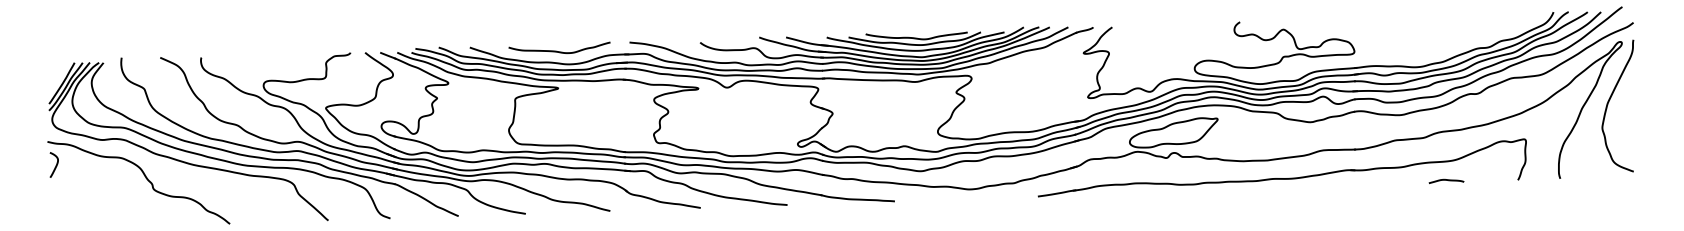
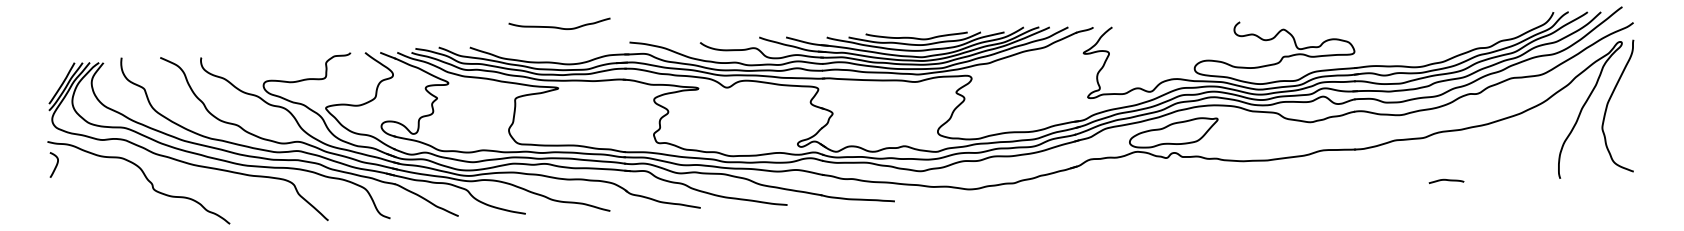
curve at (559, 51) position: (559, 51) -> (559, 27)
part at (1281, 178): present -> none
